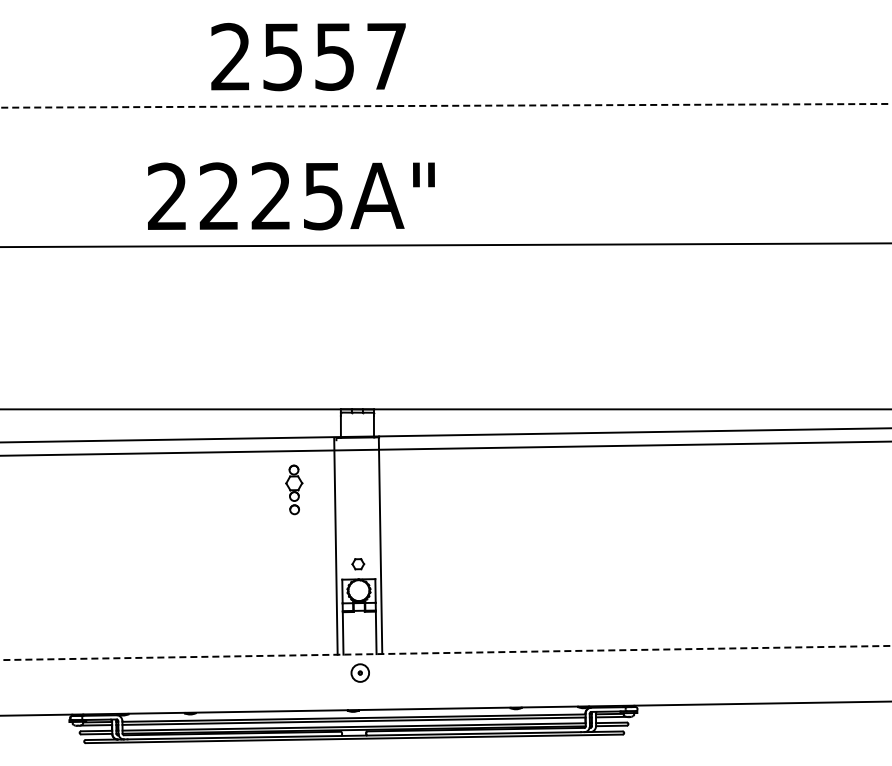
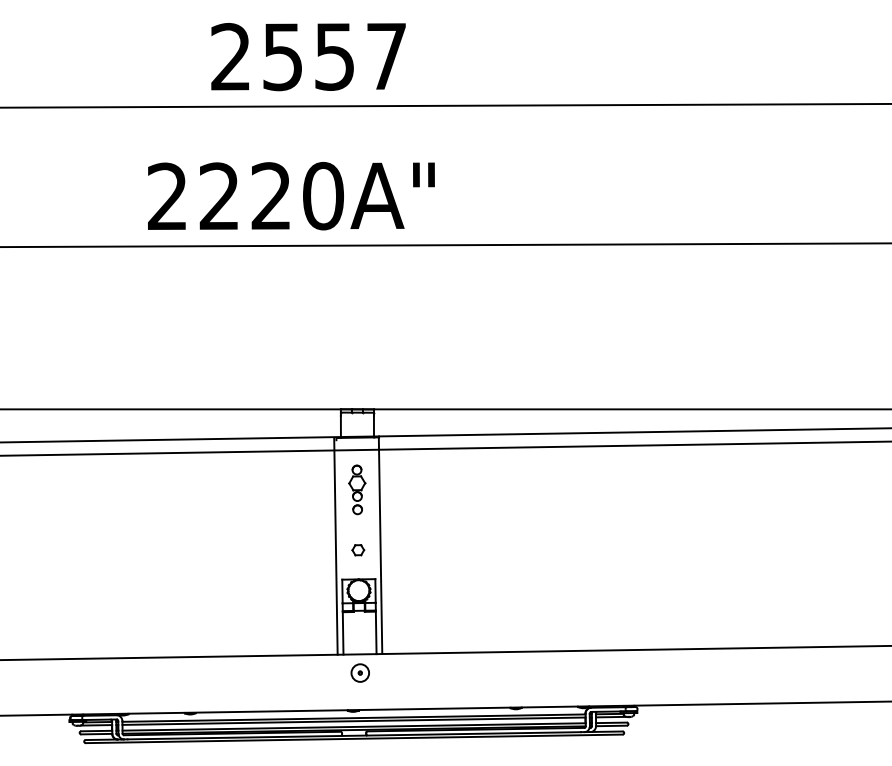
line at (445, 105): dashed -> solid
text at (323, 195): 2225A" -> 2220A"
part at (294, 489) position: (294, 489) -> (357, 489)
part at (358, 564) position: (358, 564) -> (358, 550)
line at (445, 653): dashed -> solid
